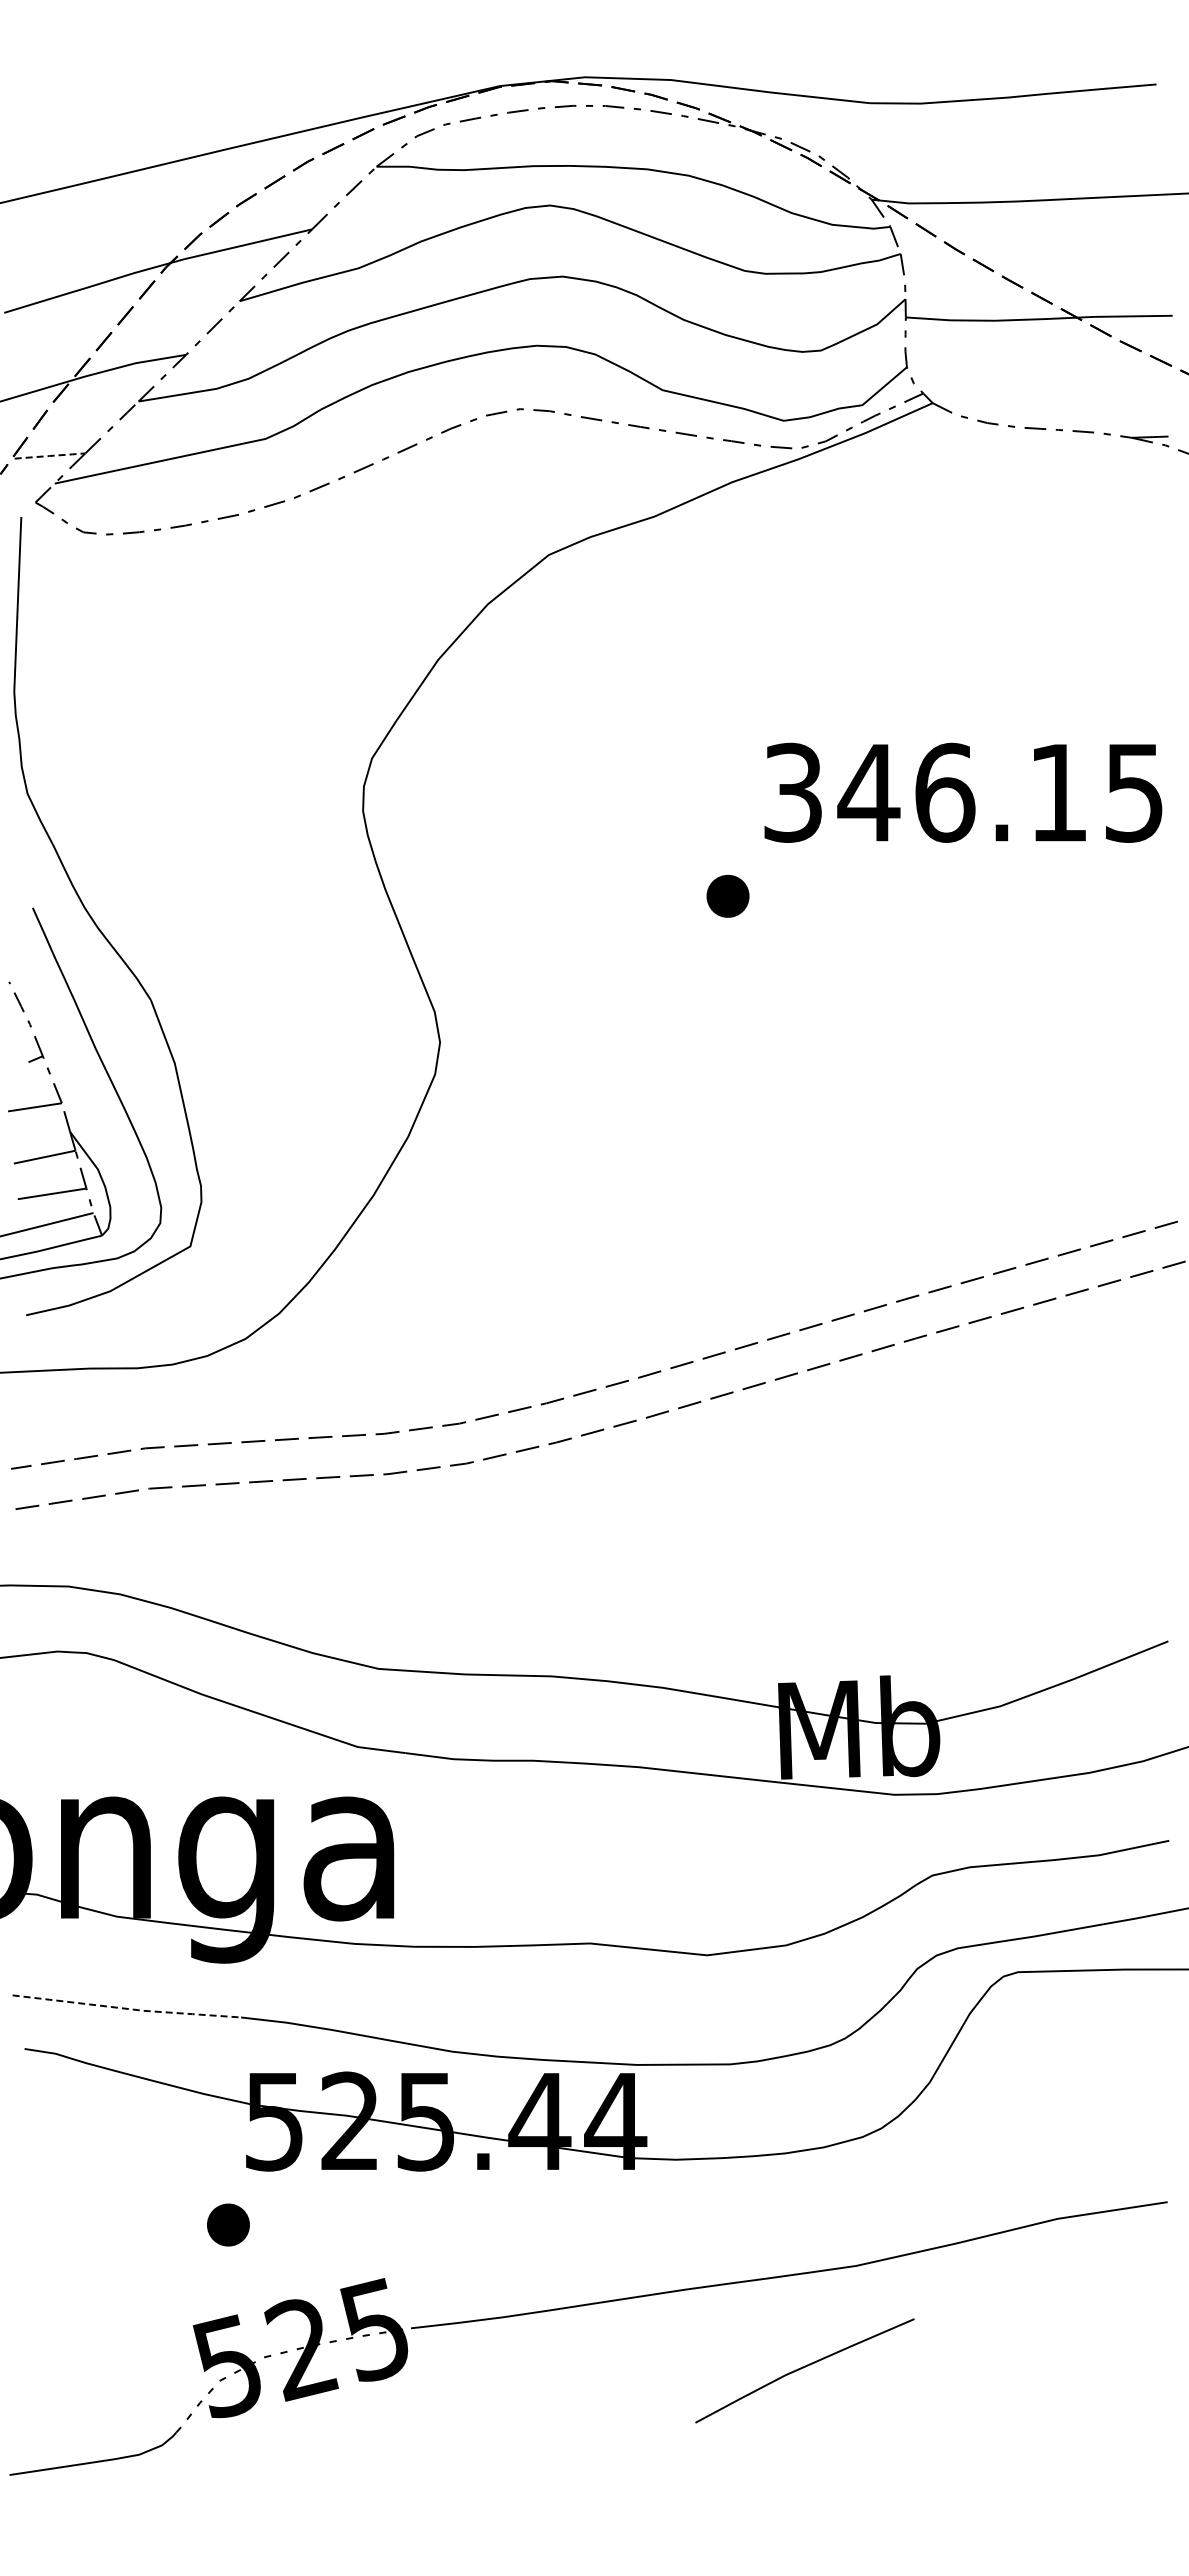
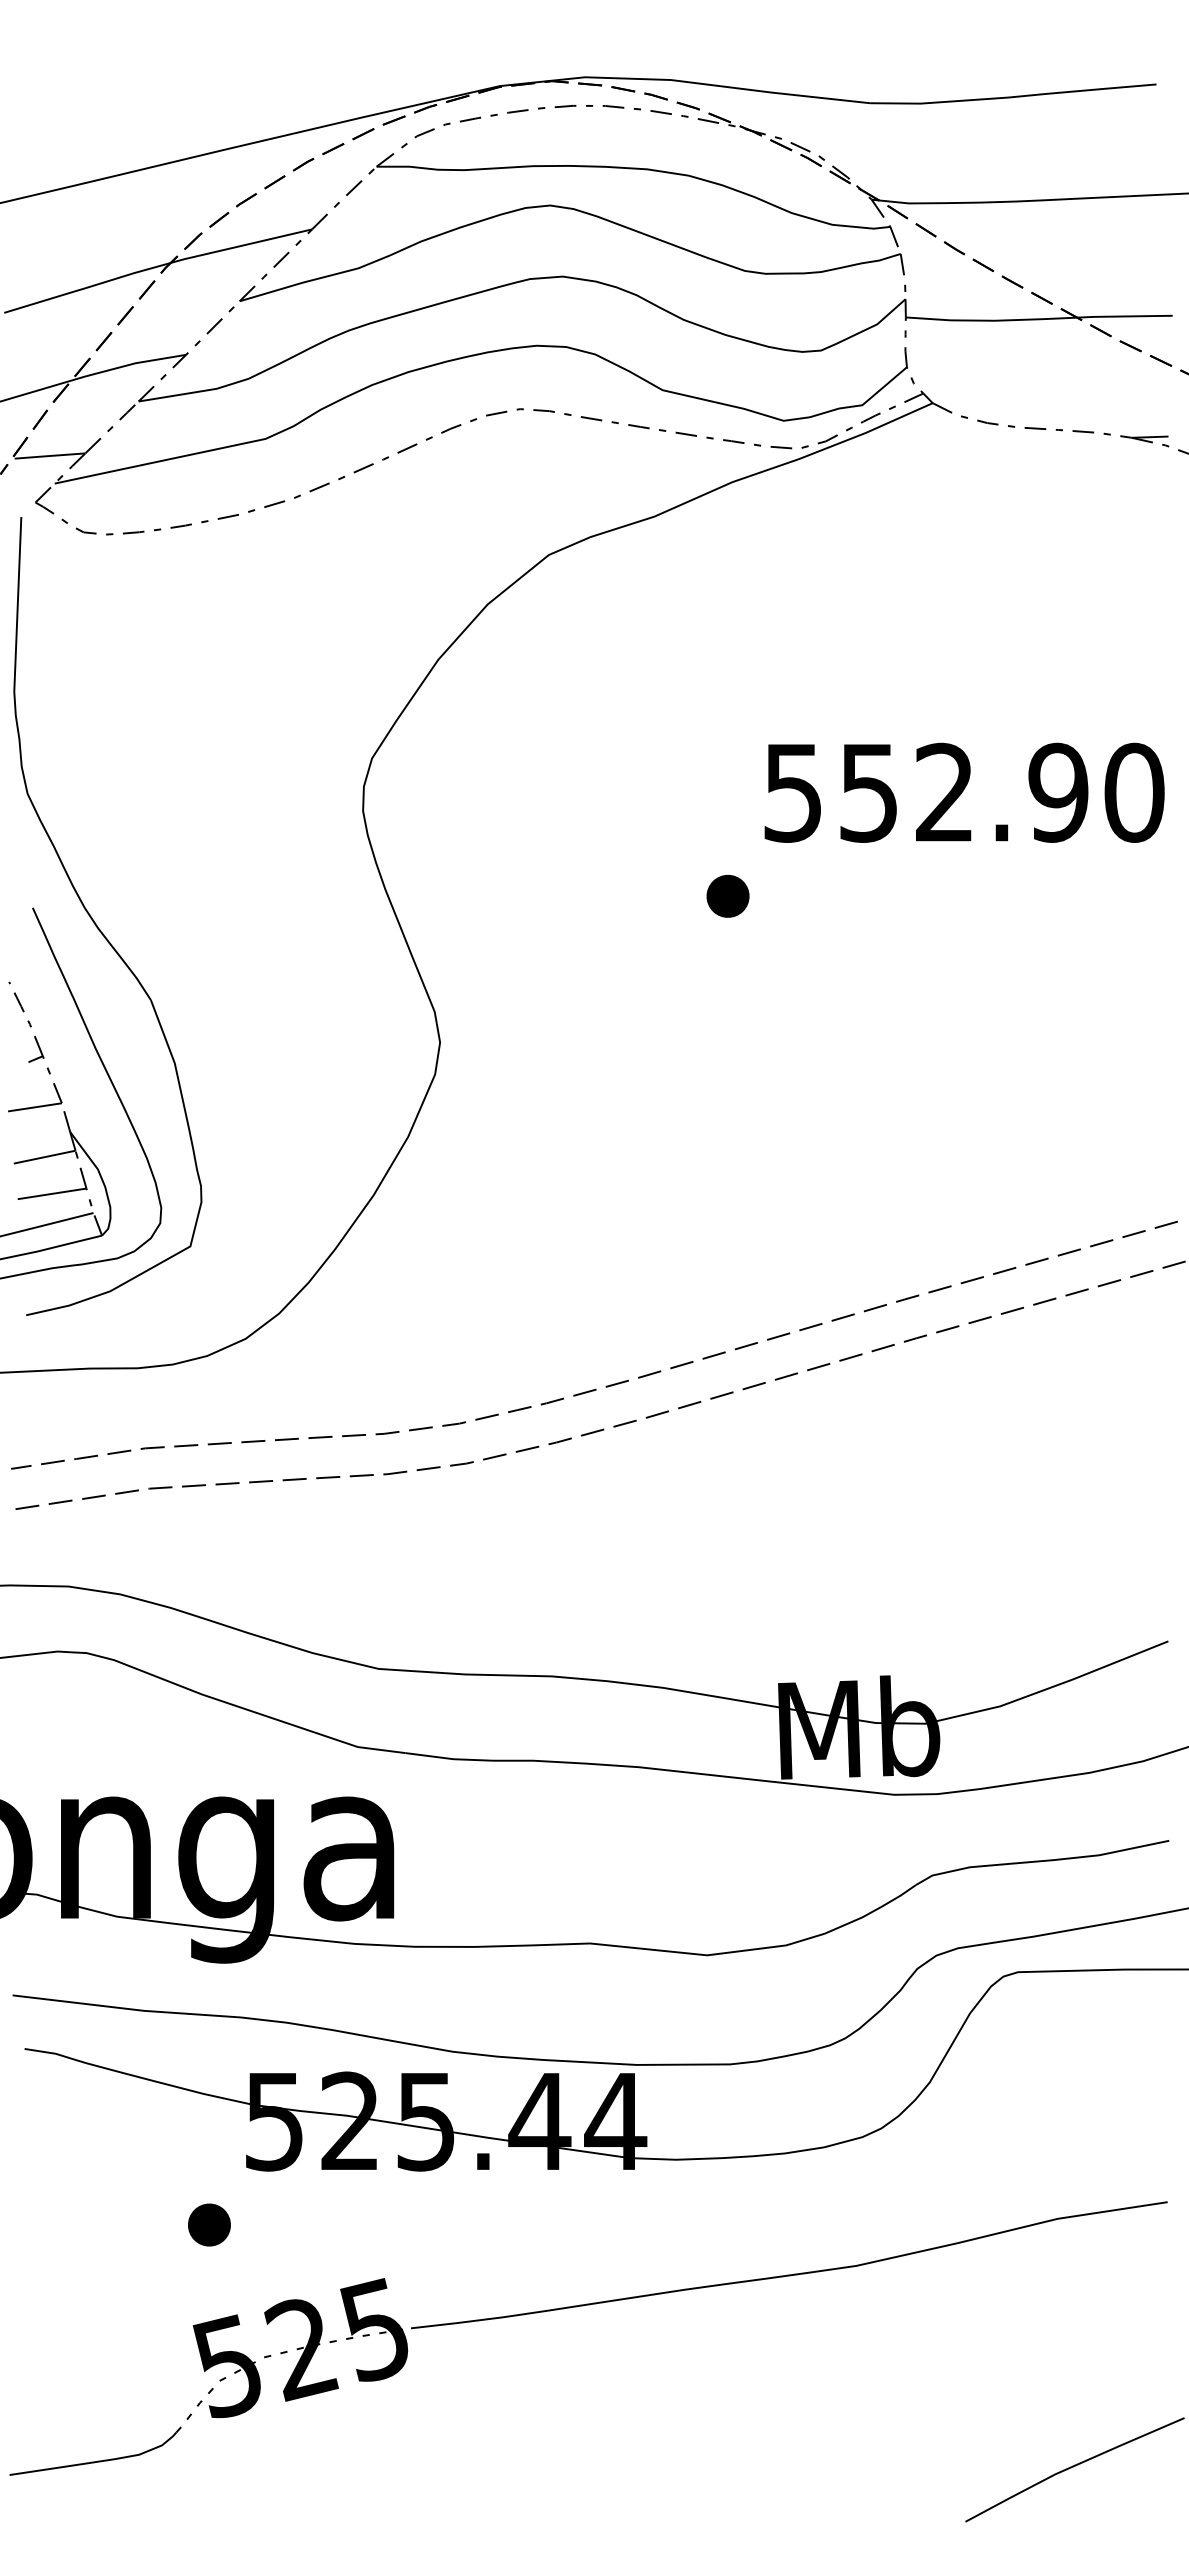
line at (50, 455): dashed -> solid
text at (964, 792): 346.15 -> 552.90
line at (128, 2008): dashed -> solid
part at (228, 2224) position: (228, 2224) -> (209, 2224)
line at (803, 2368) position: (803, 2368) -> (1073, 2467)
